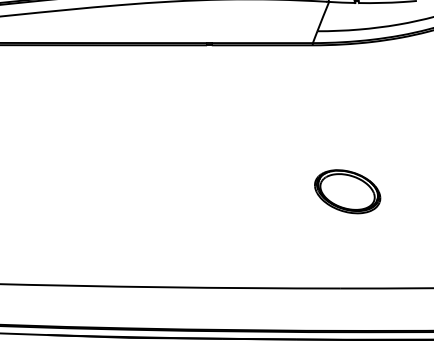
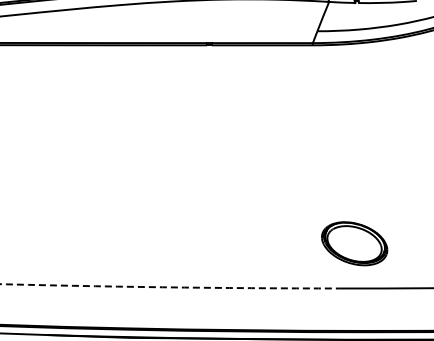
part at (347, 191) position: (347, 191) -> (354, 243)
arc at (170, 287): solid -> dashed
